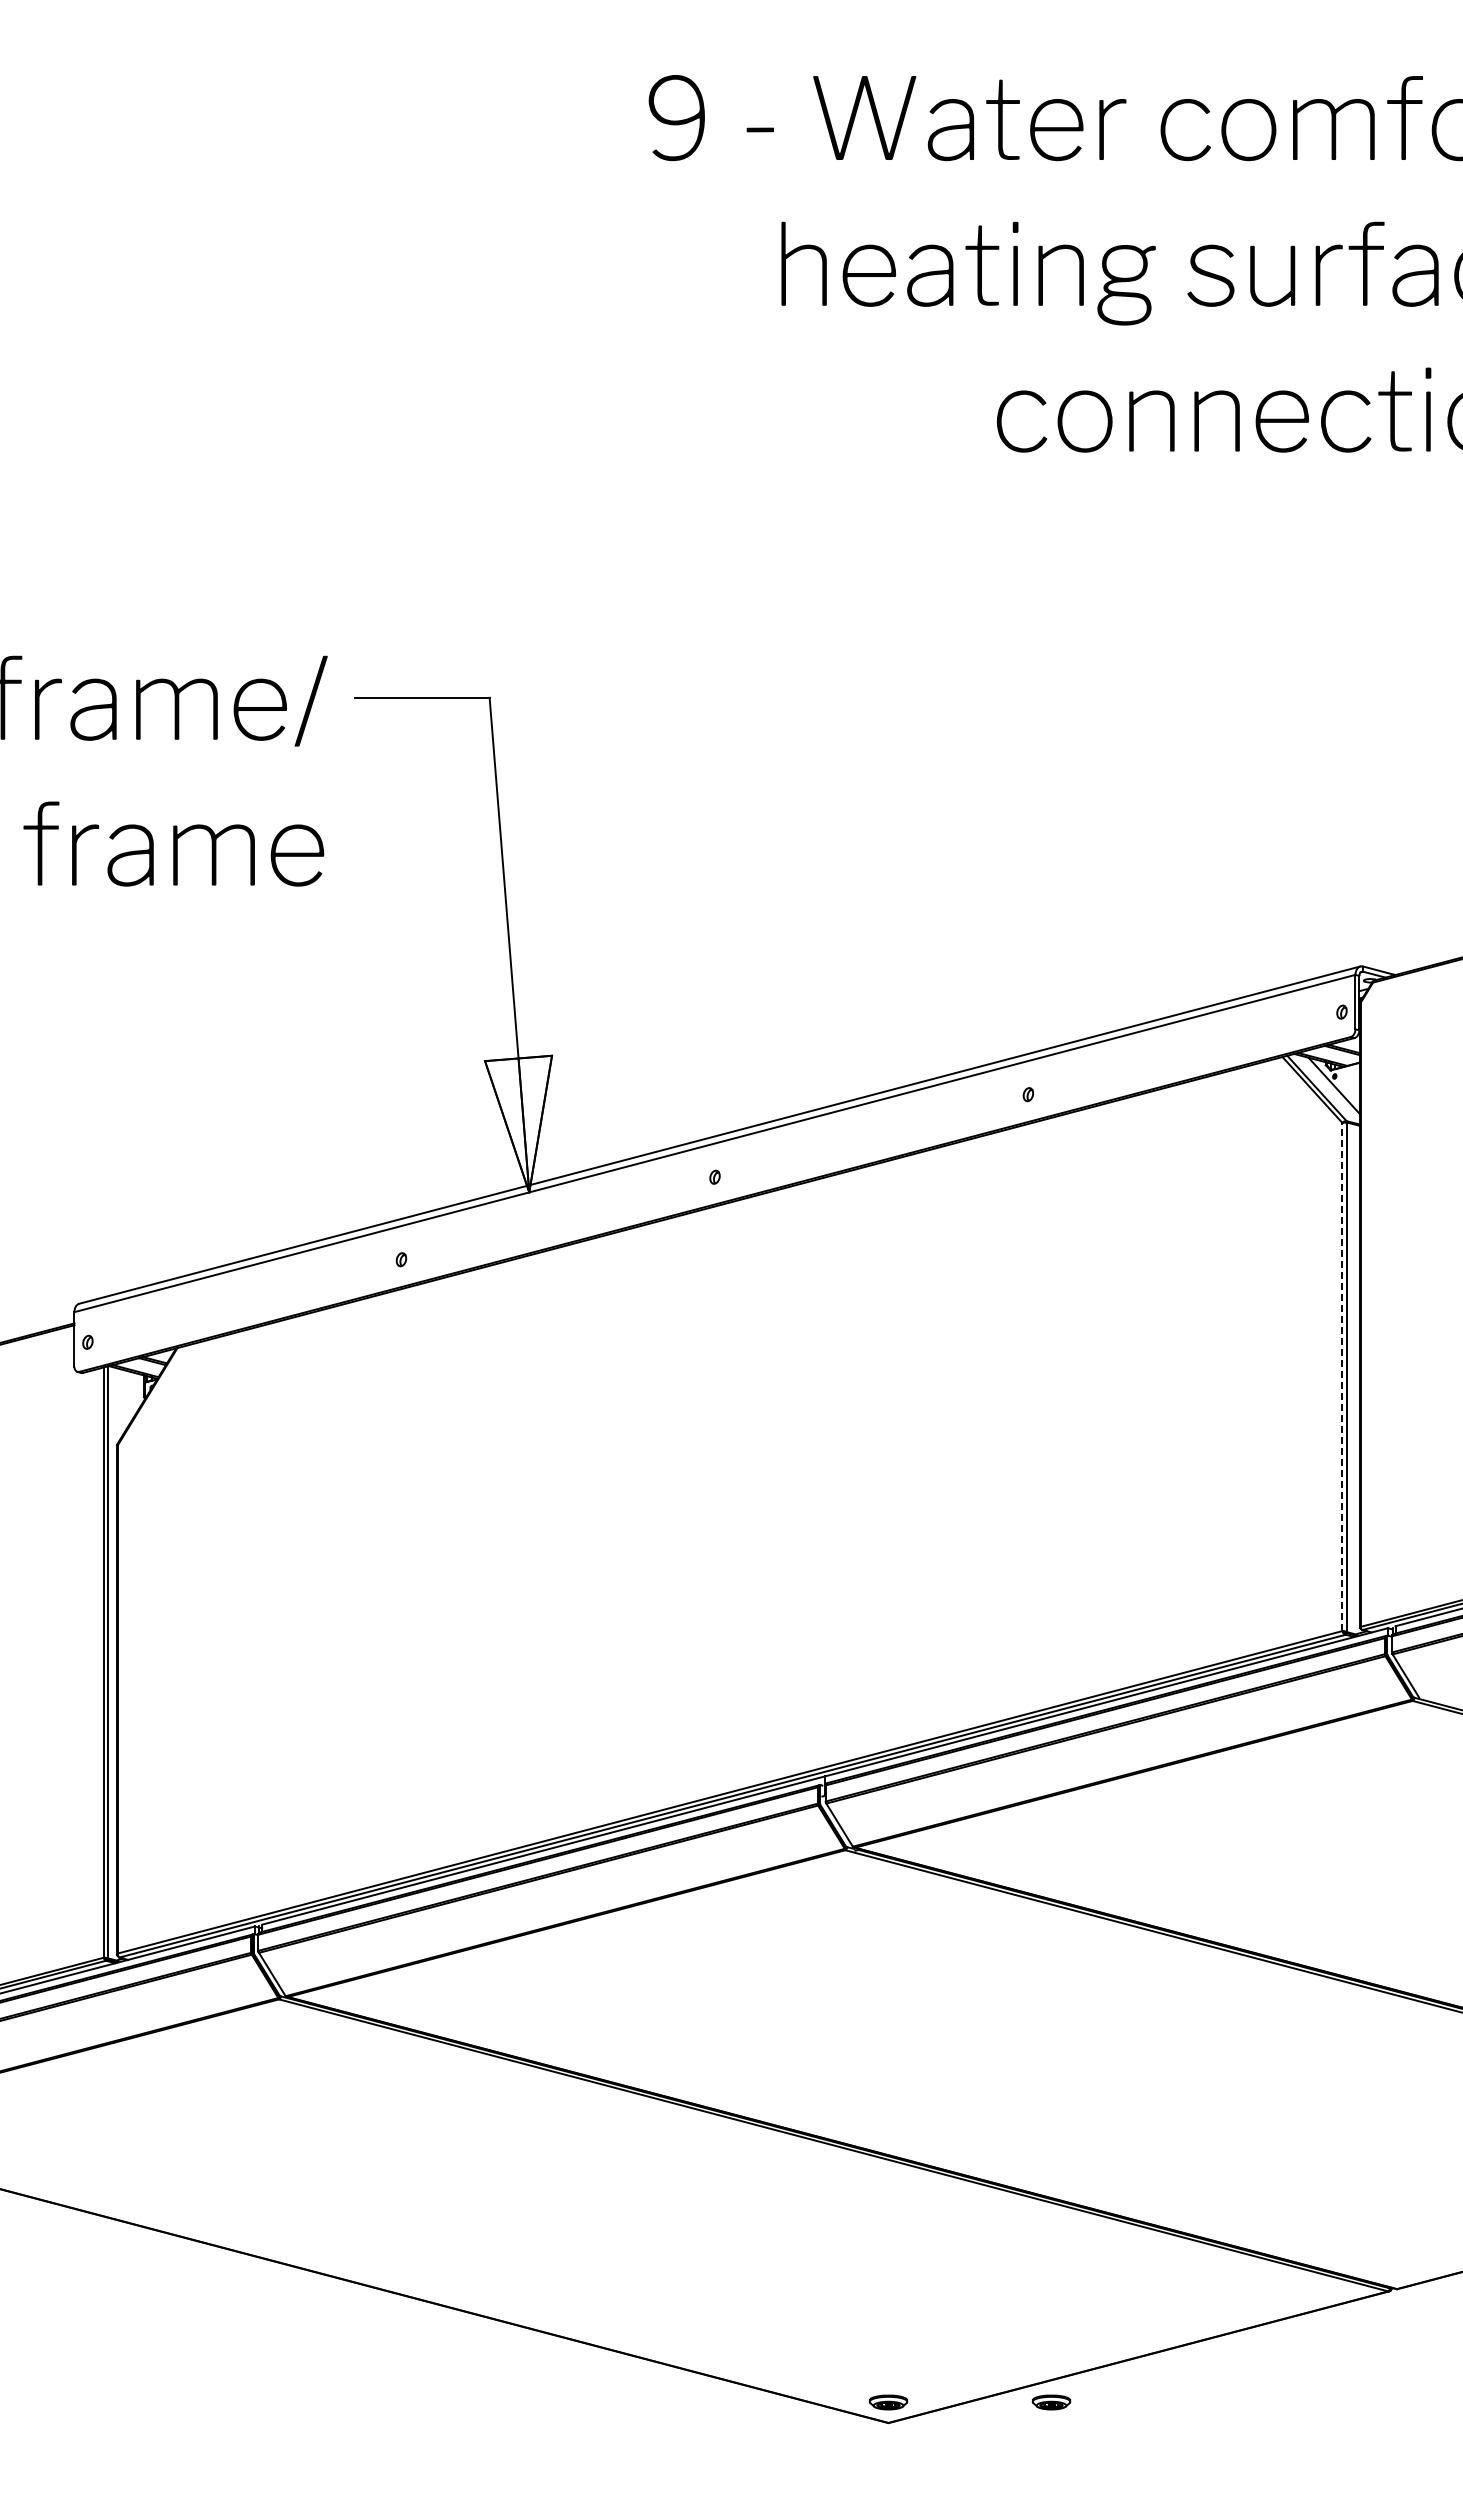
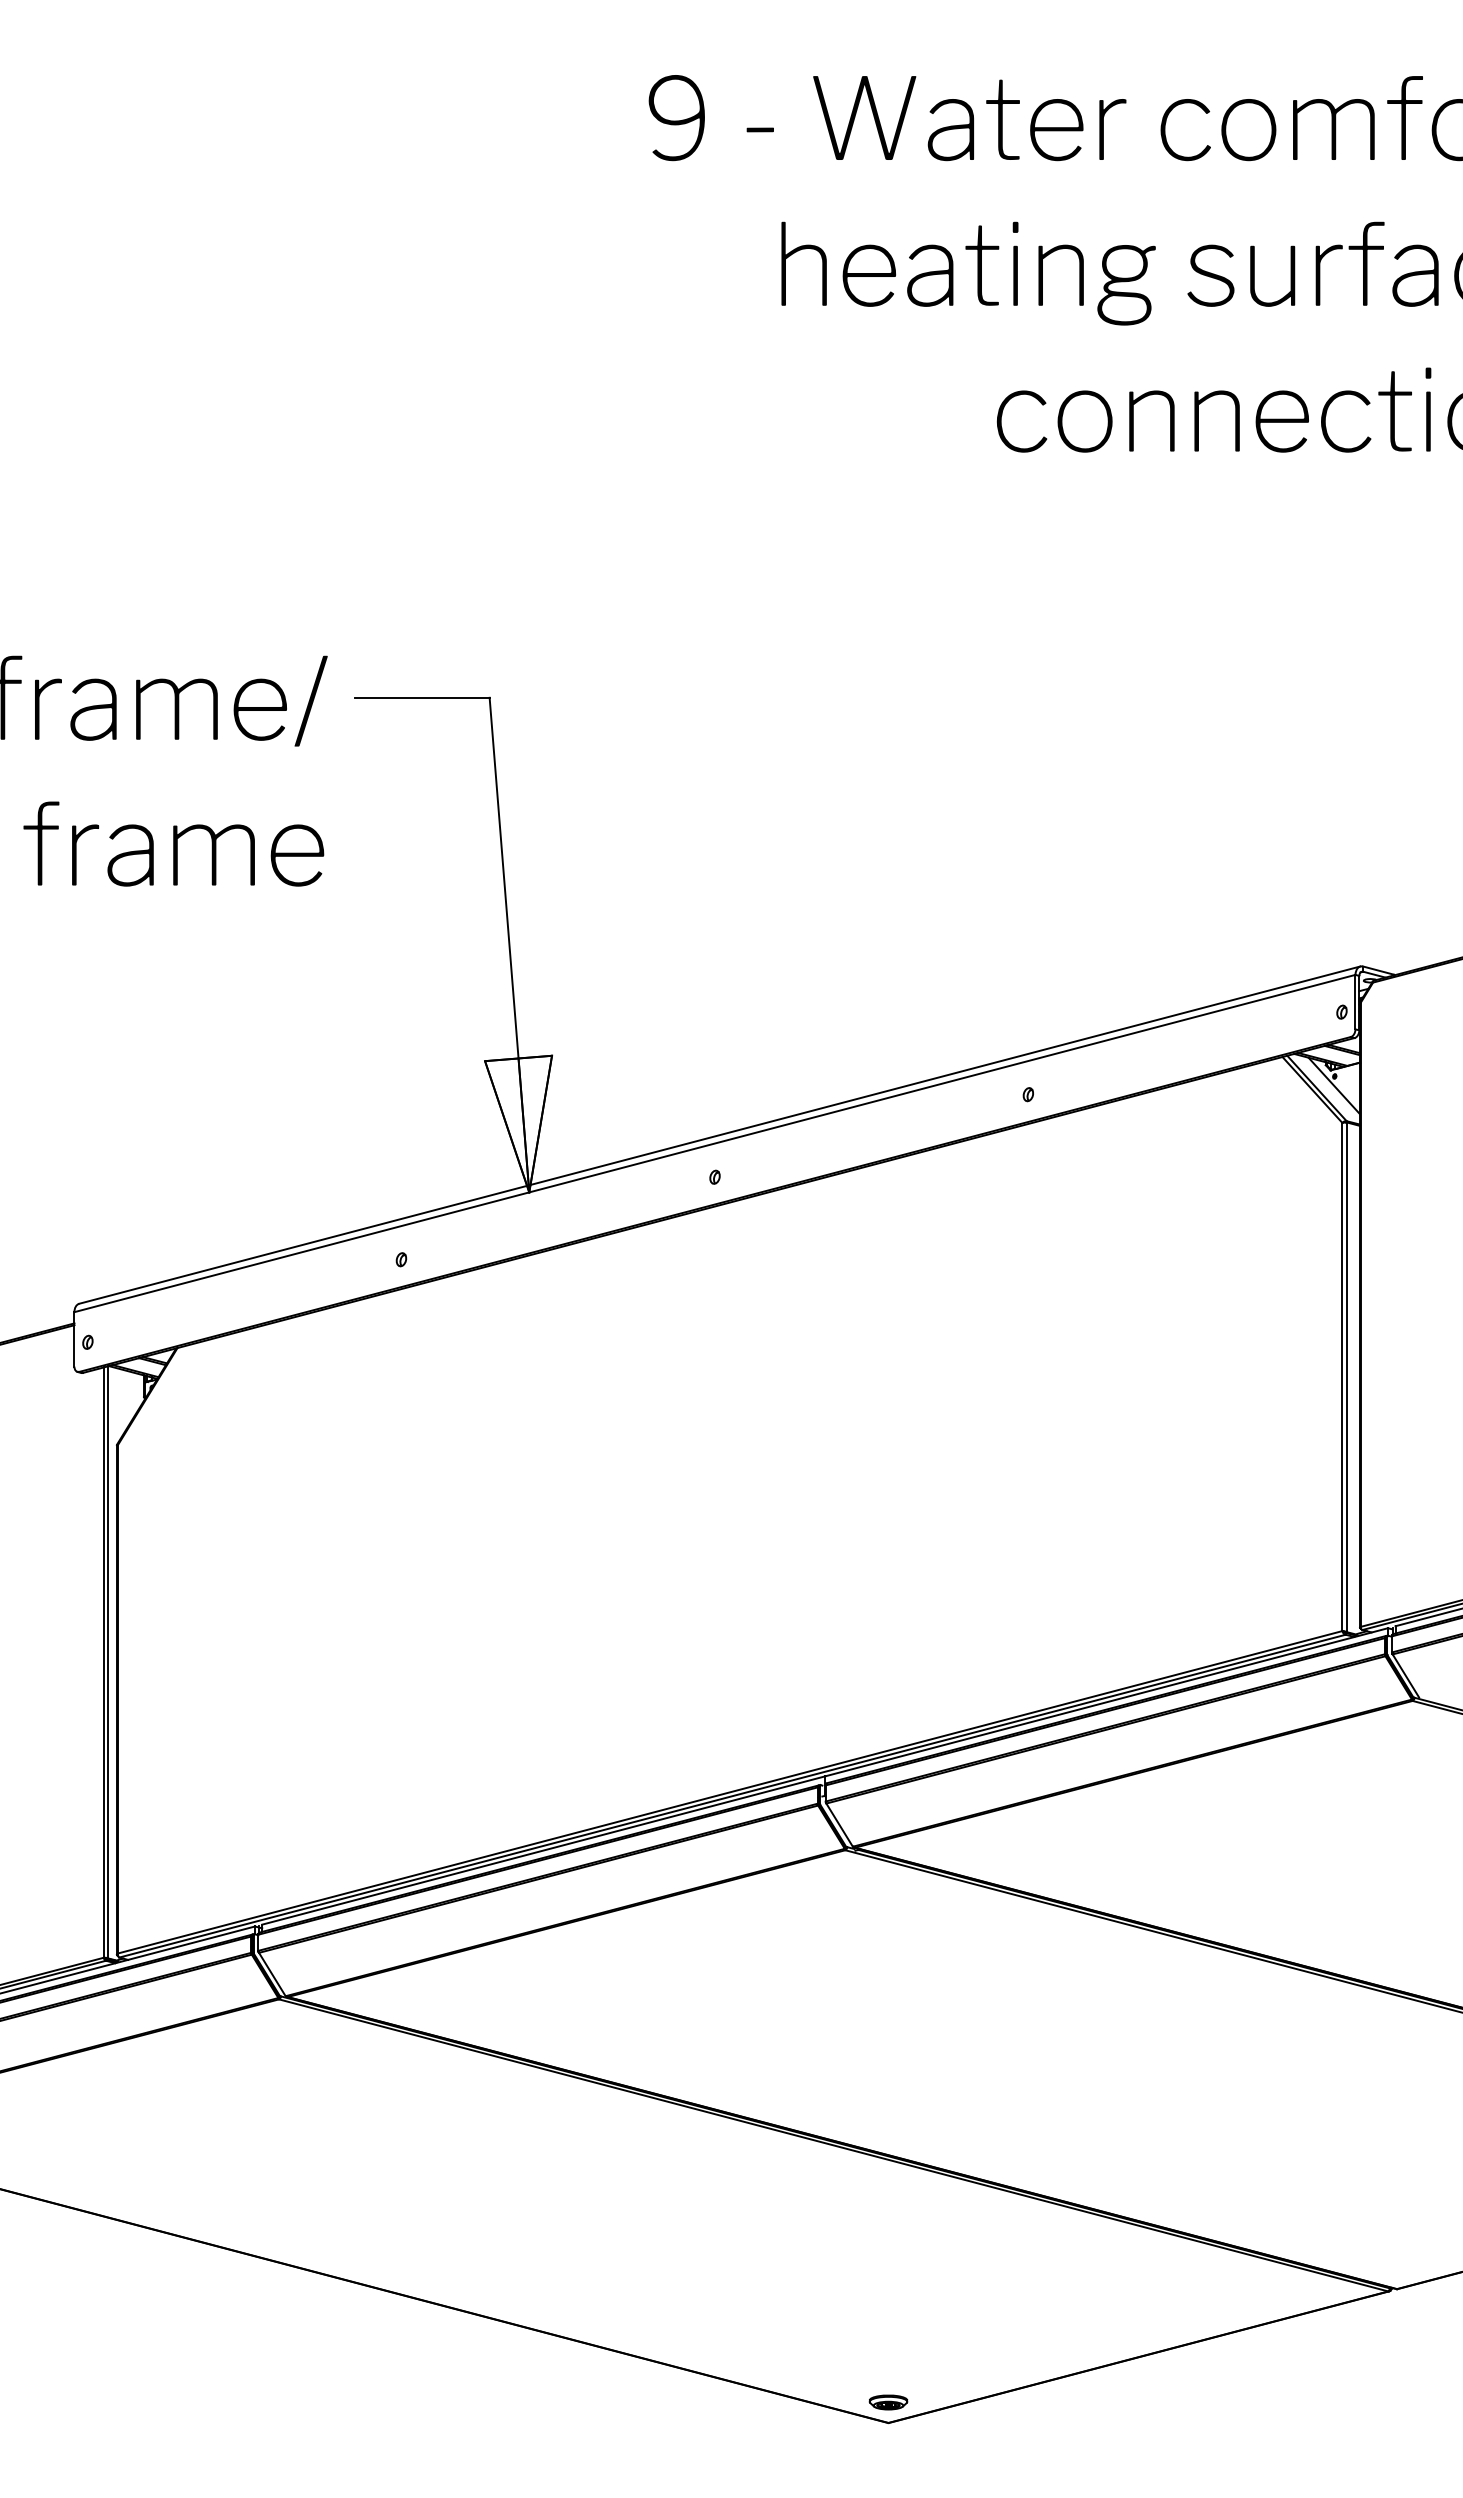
line at (1342, 1376): dashed -> solid
part at (1051, 2402): present -> none
